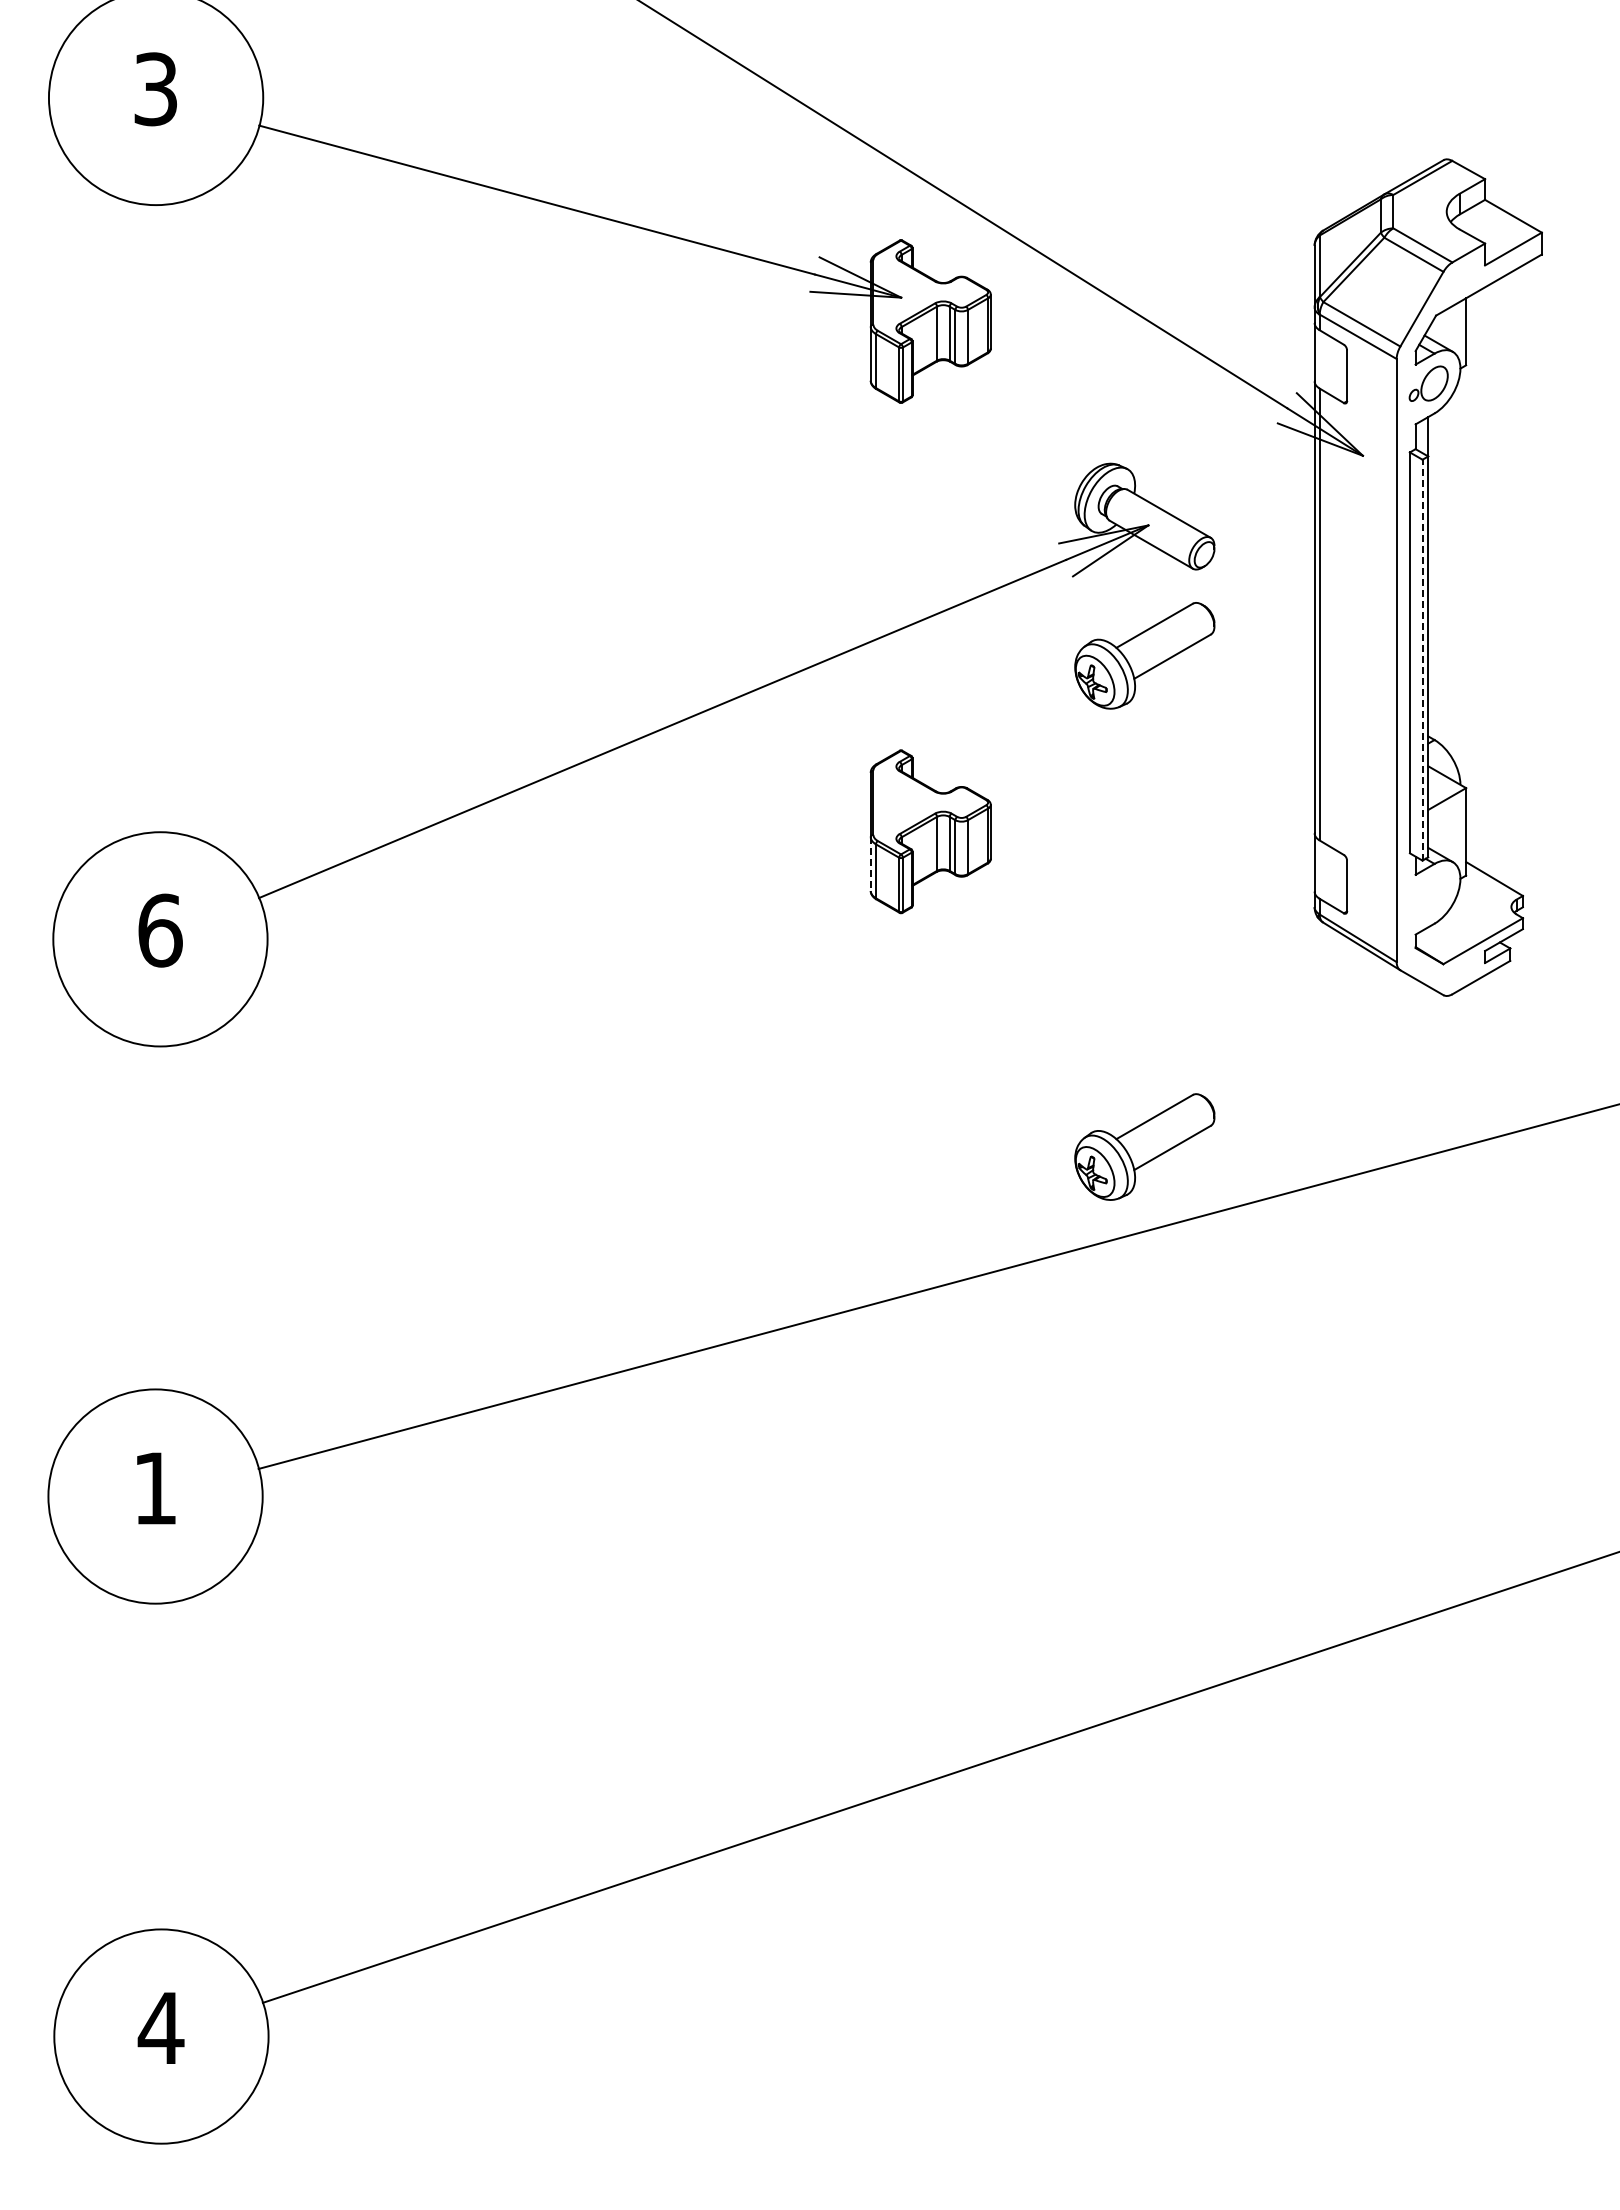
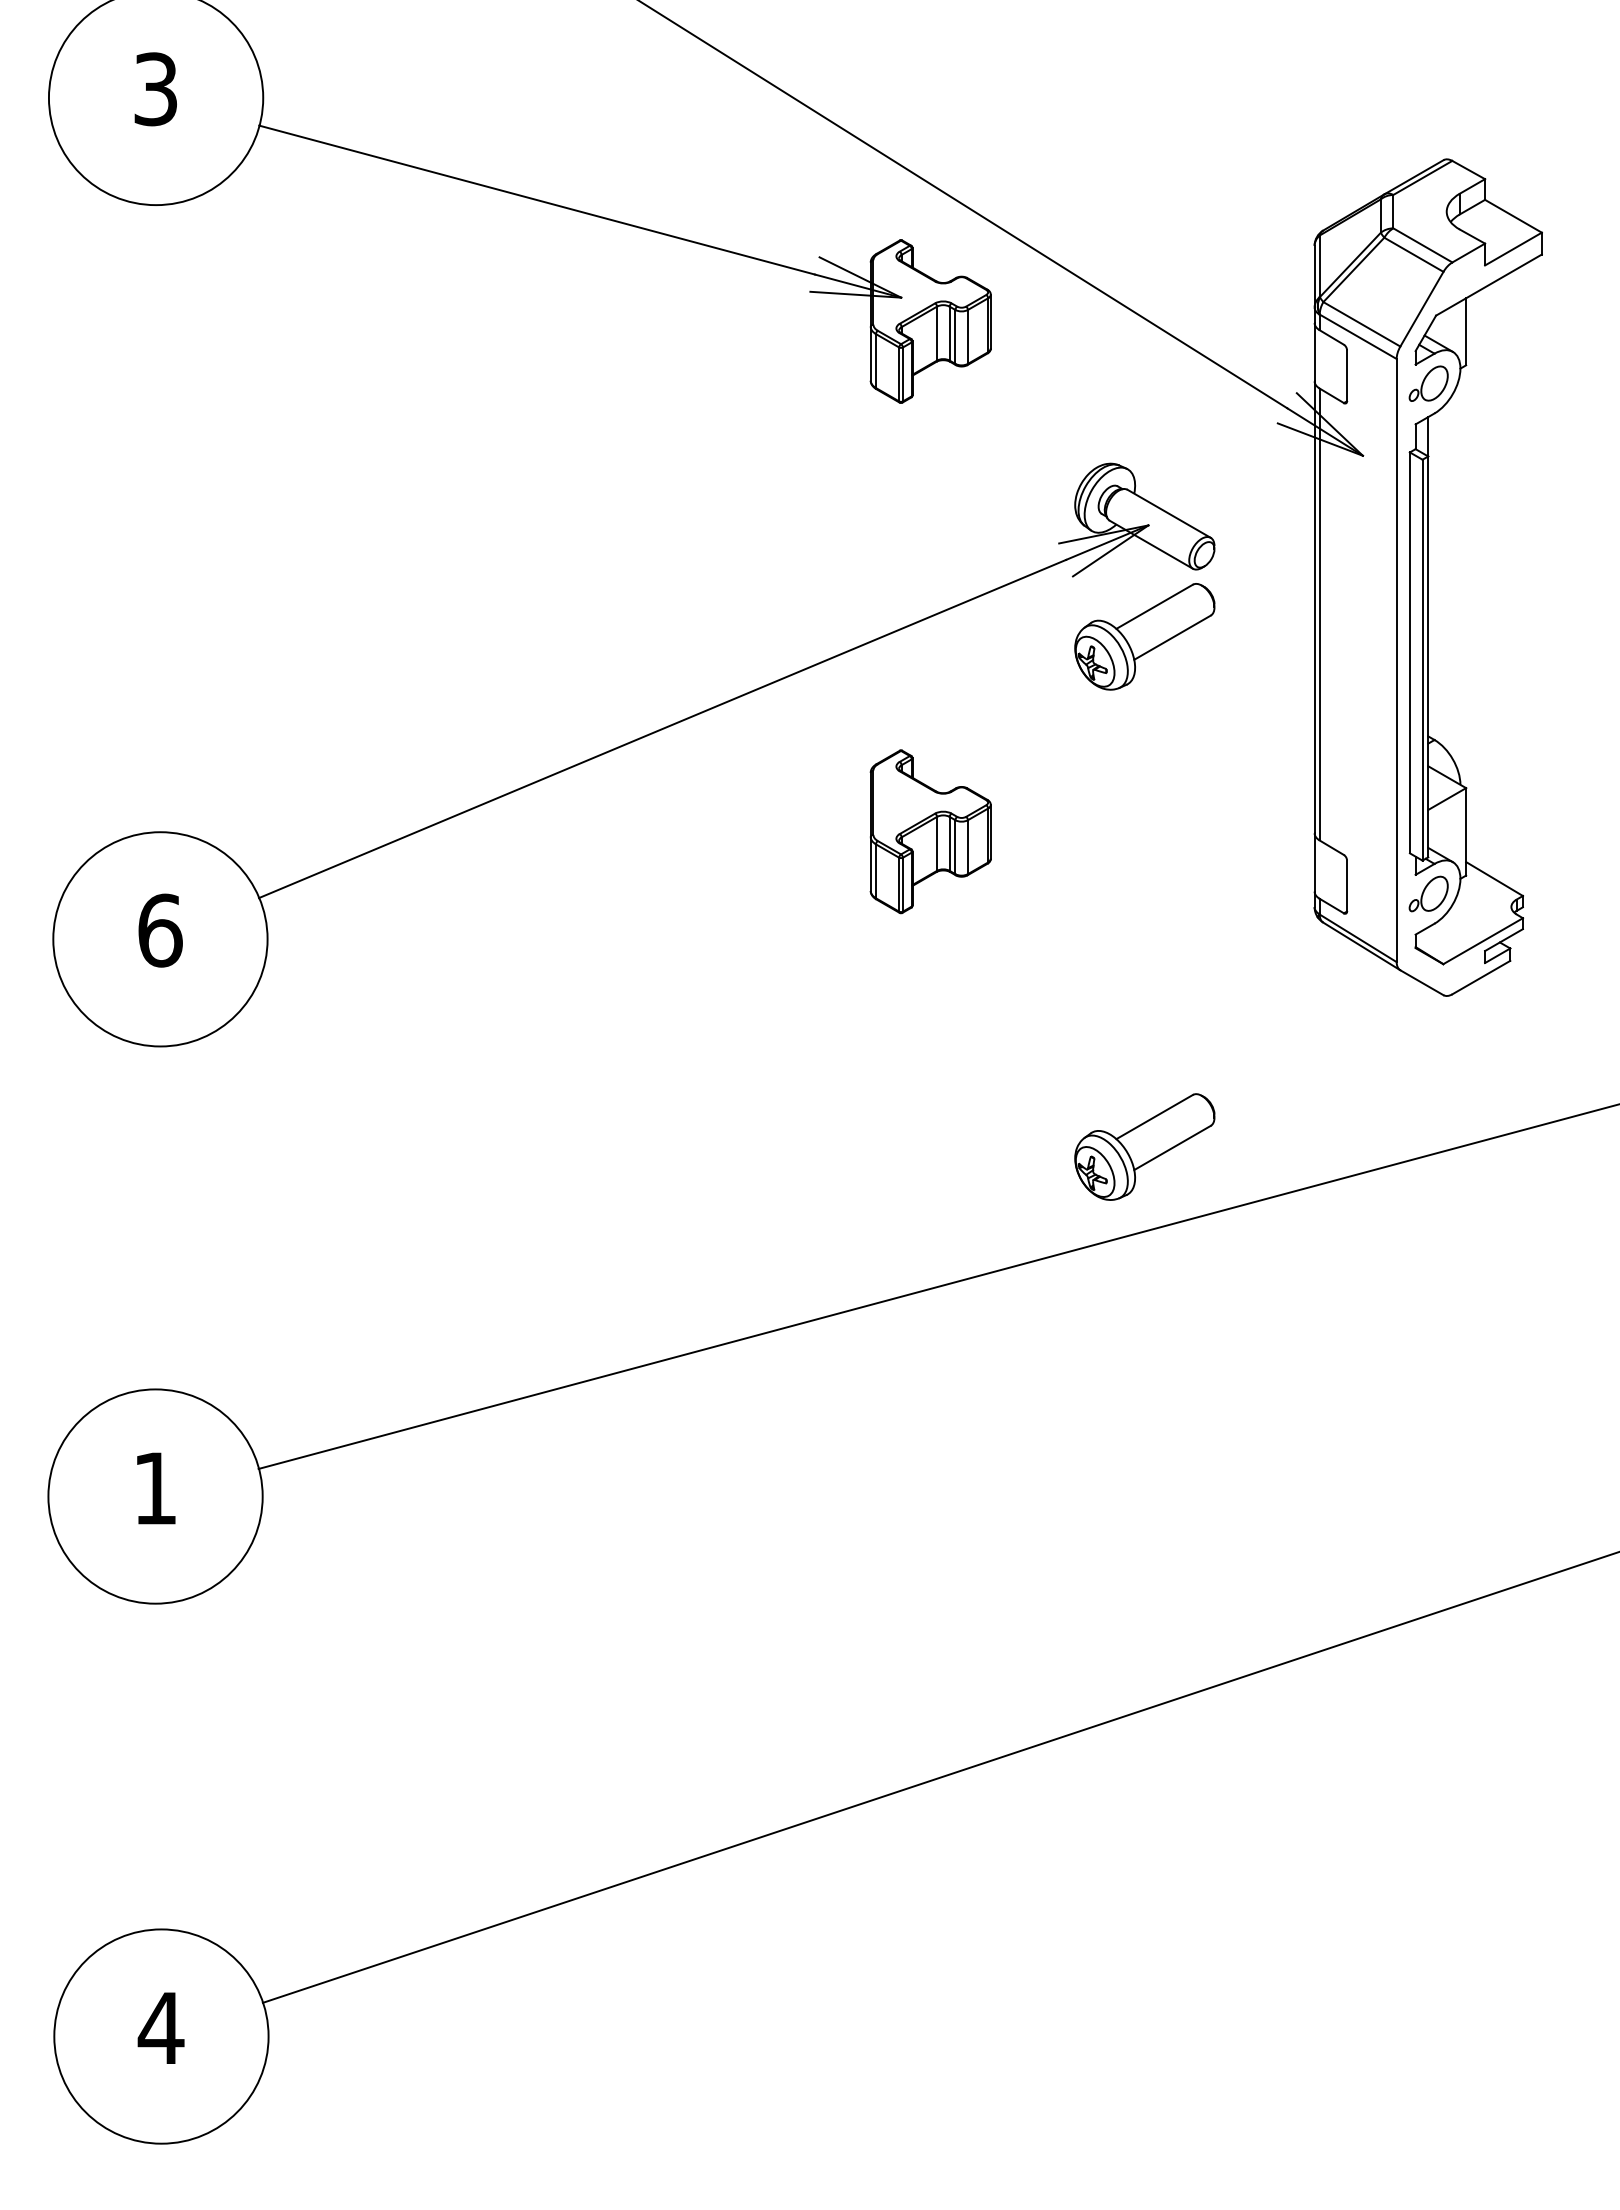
part at (1144, 655) position: (1144, 655) -> (1144, 636)
line at (1422, 659): dashed -> solid
line at (870, 864): dashed -> solid
part at (1428, 893): none -> present
